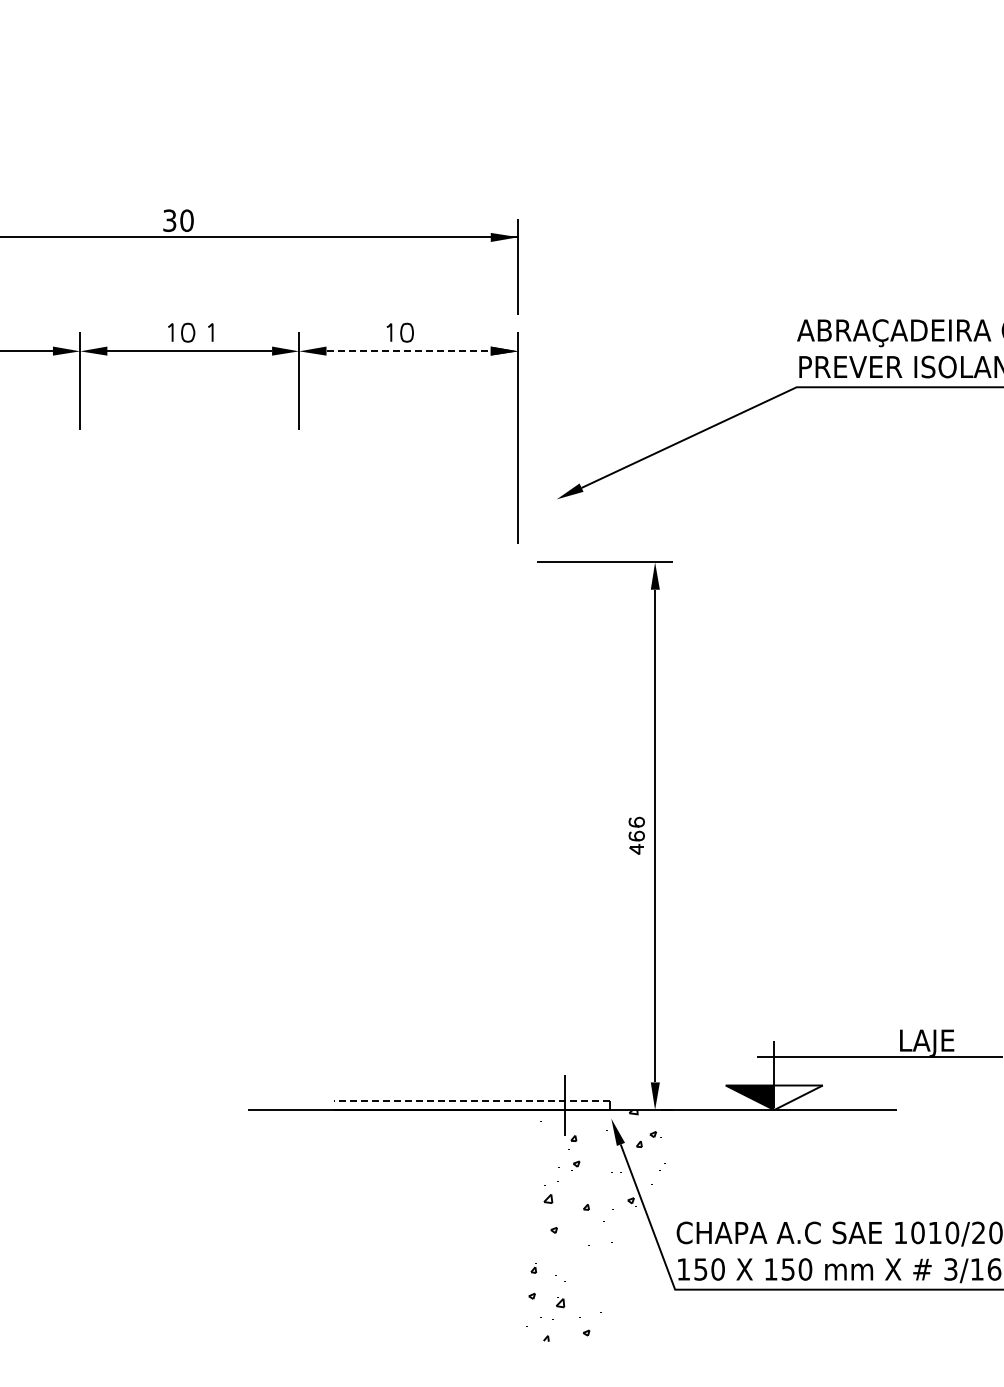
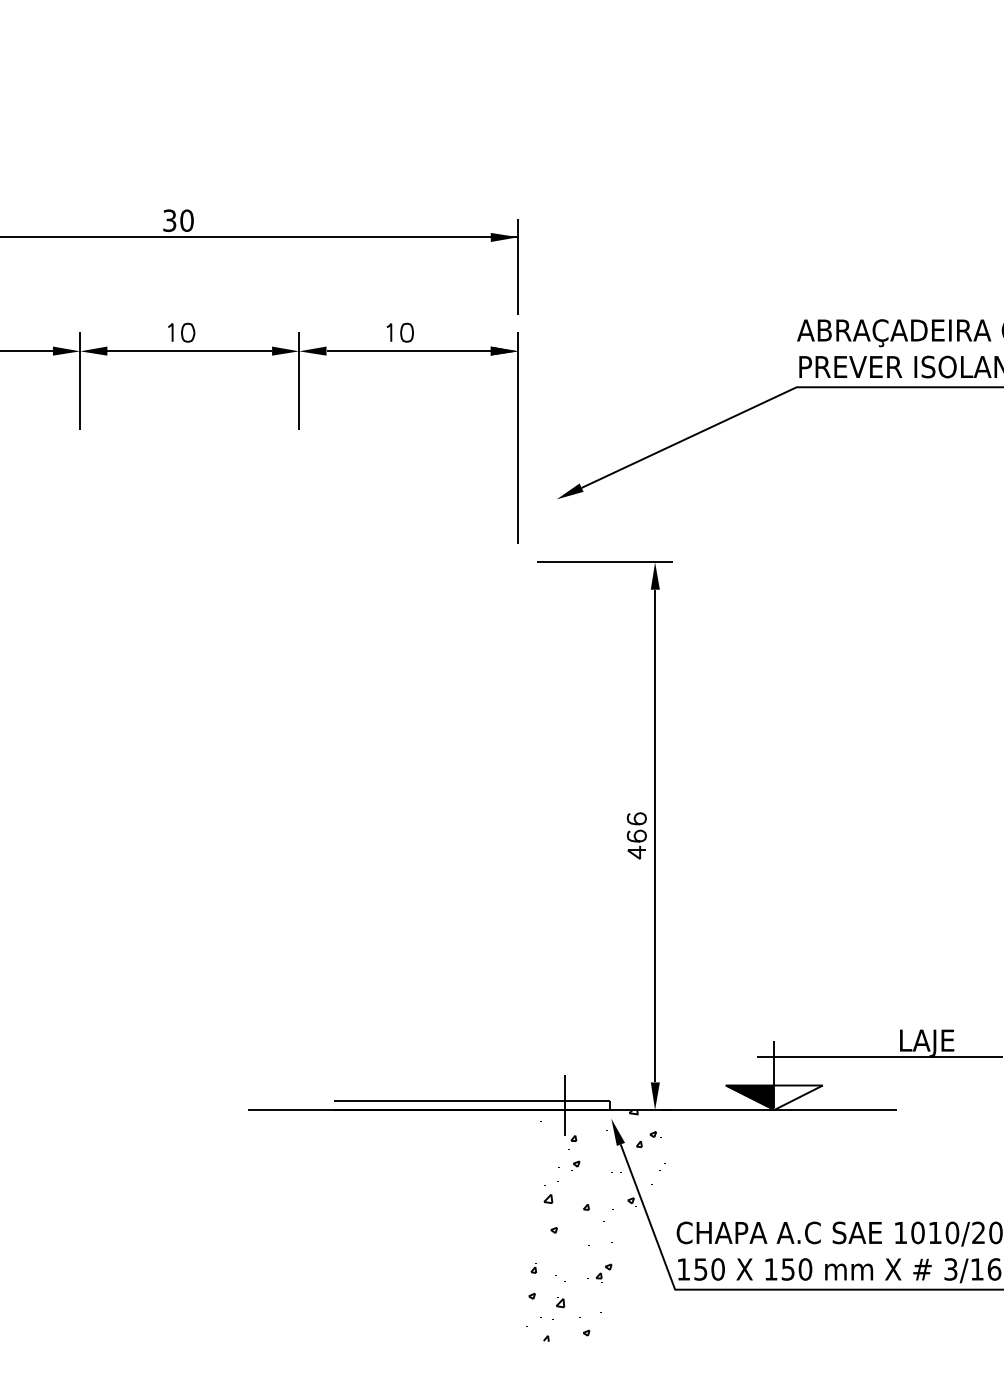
line at (211, 332): present -> none
line at (409, 351): dashed -> solid
part at (636, 835) size: 17x39 px -> 21x48 px
line at (471, 1100): dashed -> solid
part at (599, 1272): none -> present
